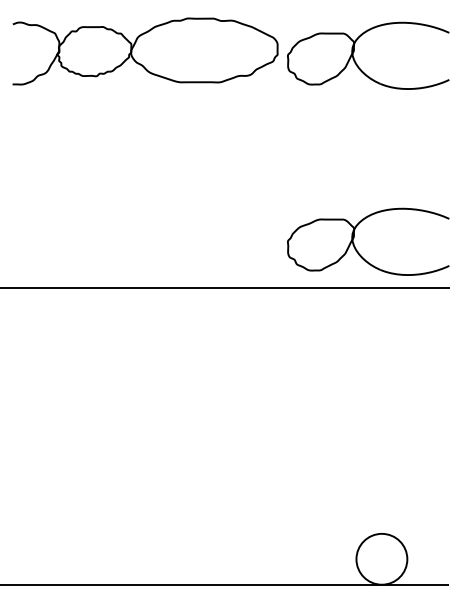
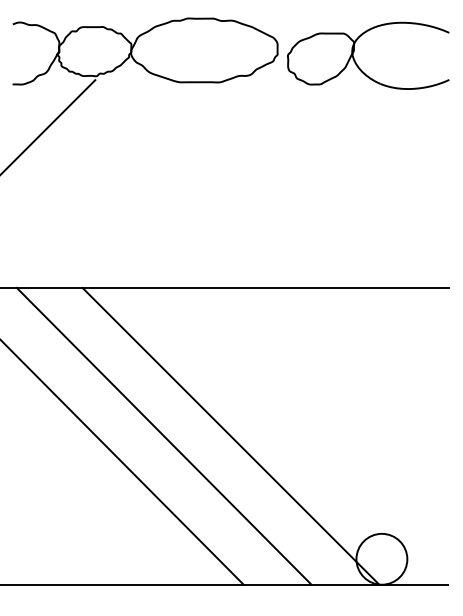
line at (48, 126): none -> present
part at (356, 248): present -> none
line at (163, 435): none -> present
line at (230, 435): none -> present
line at (122, 462): none -> present
